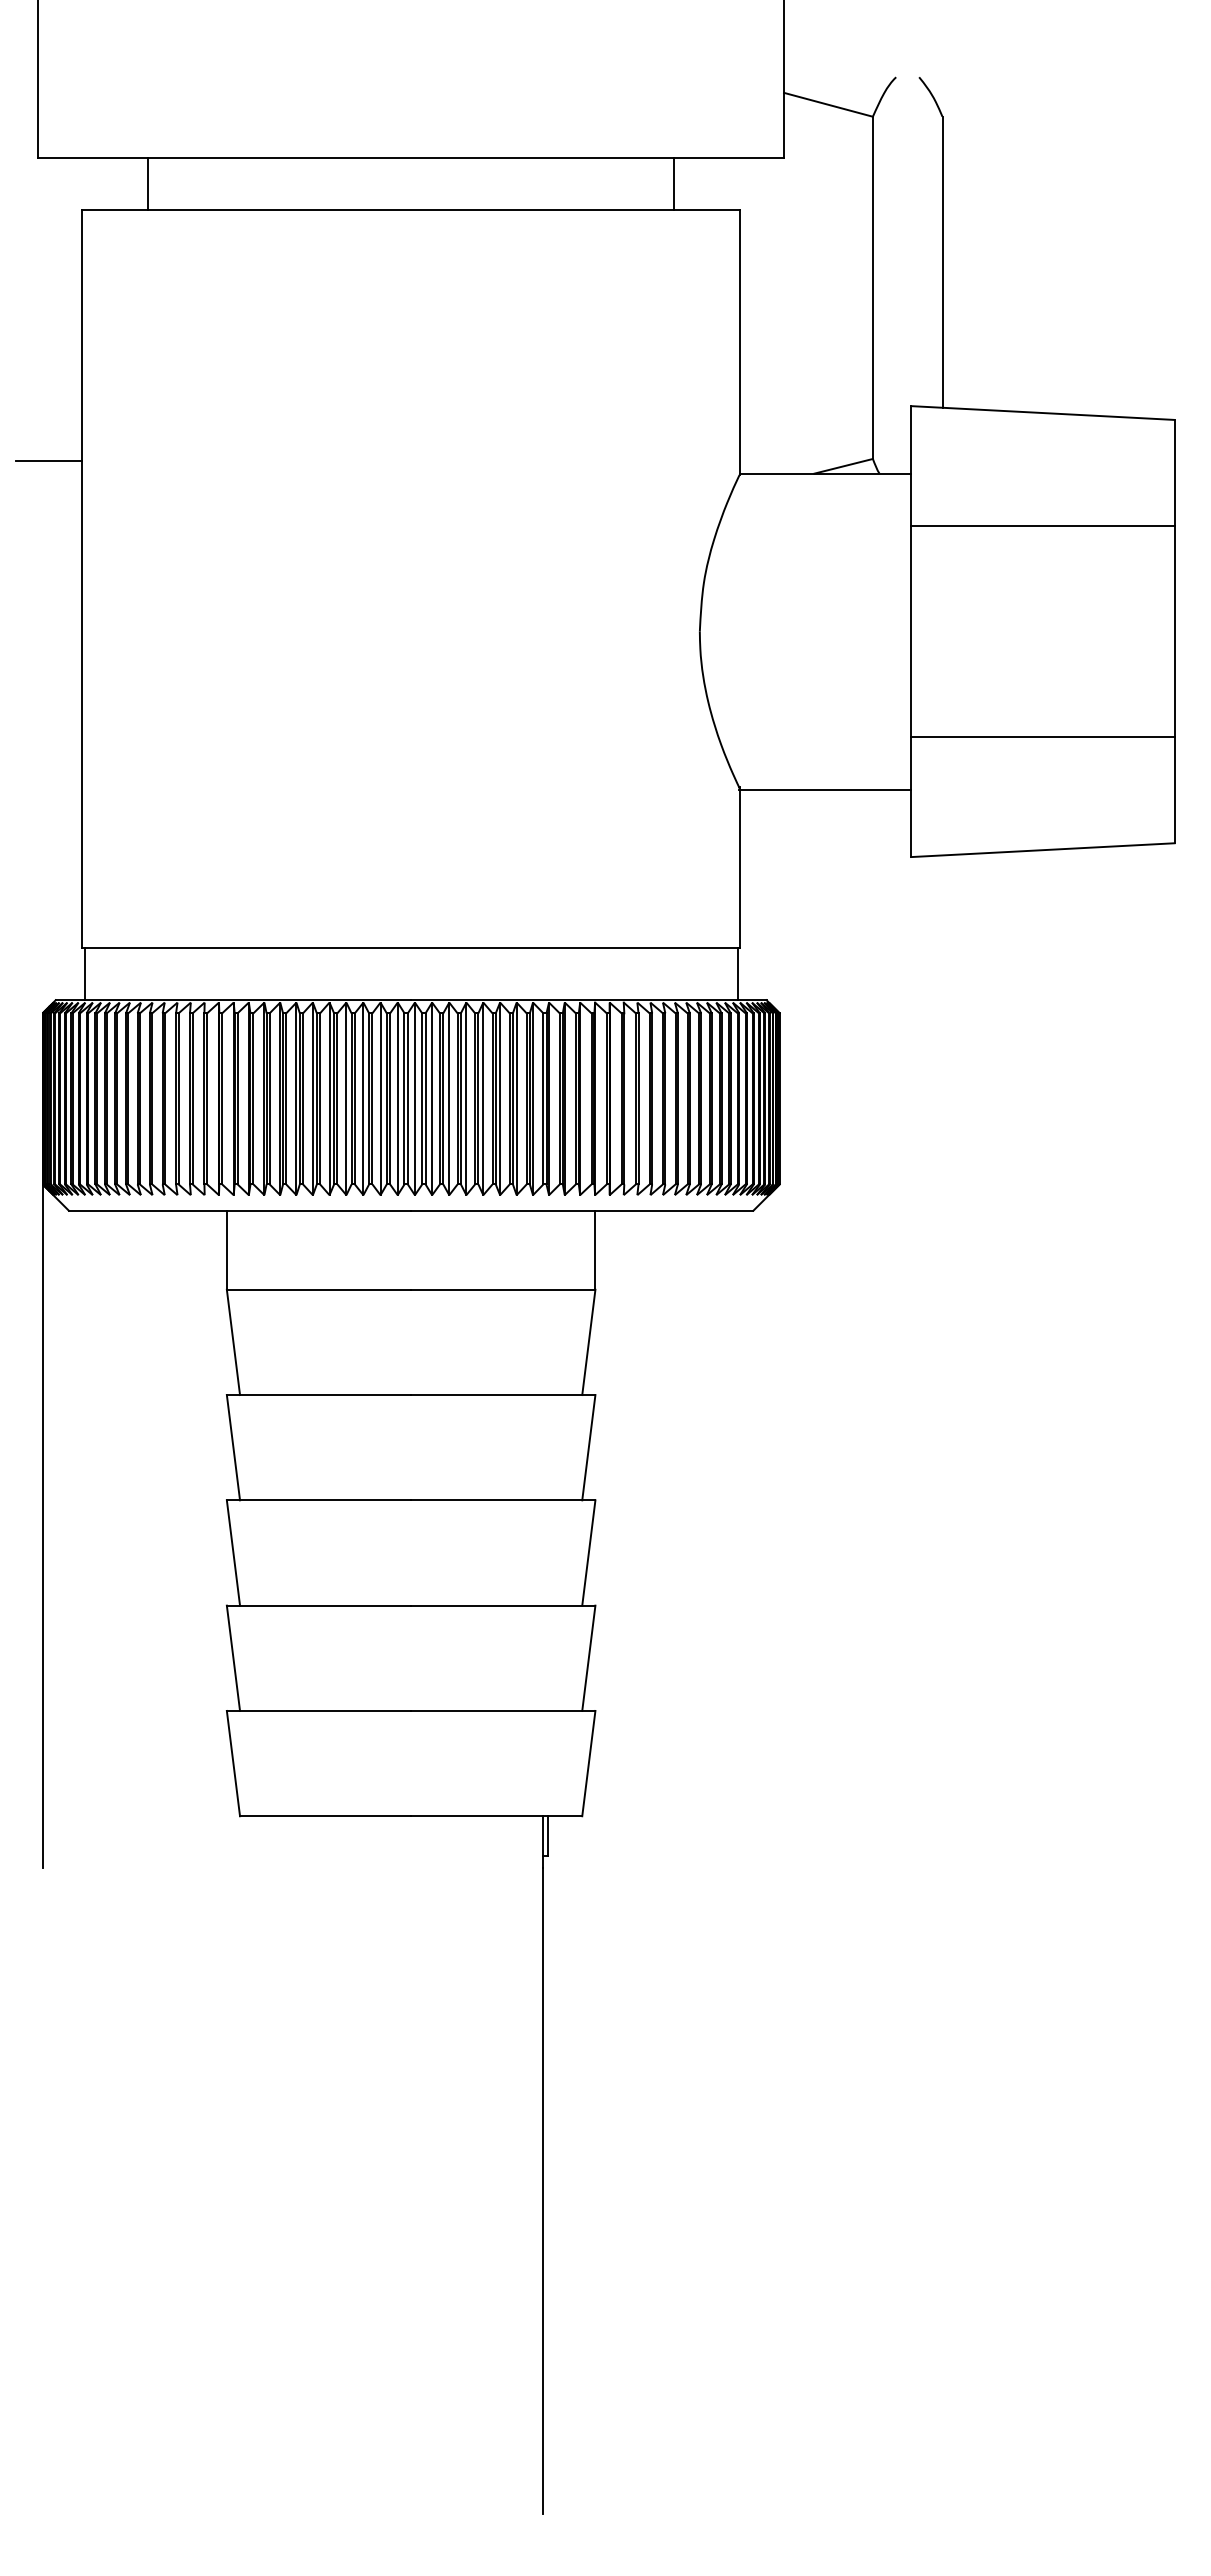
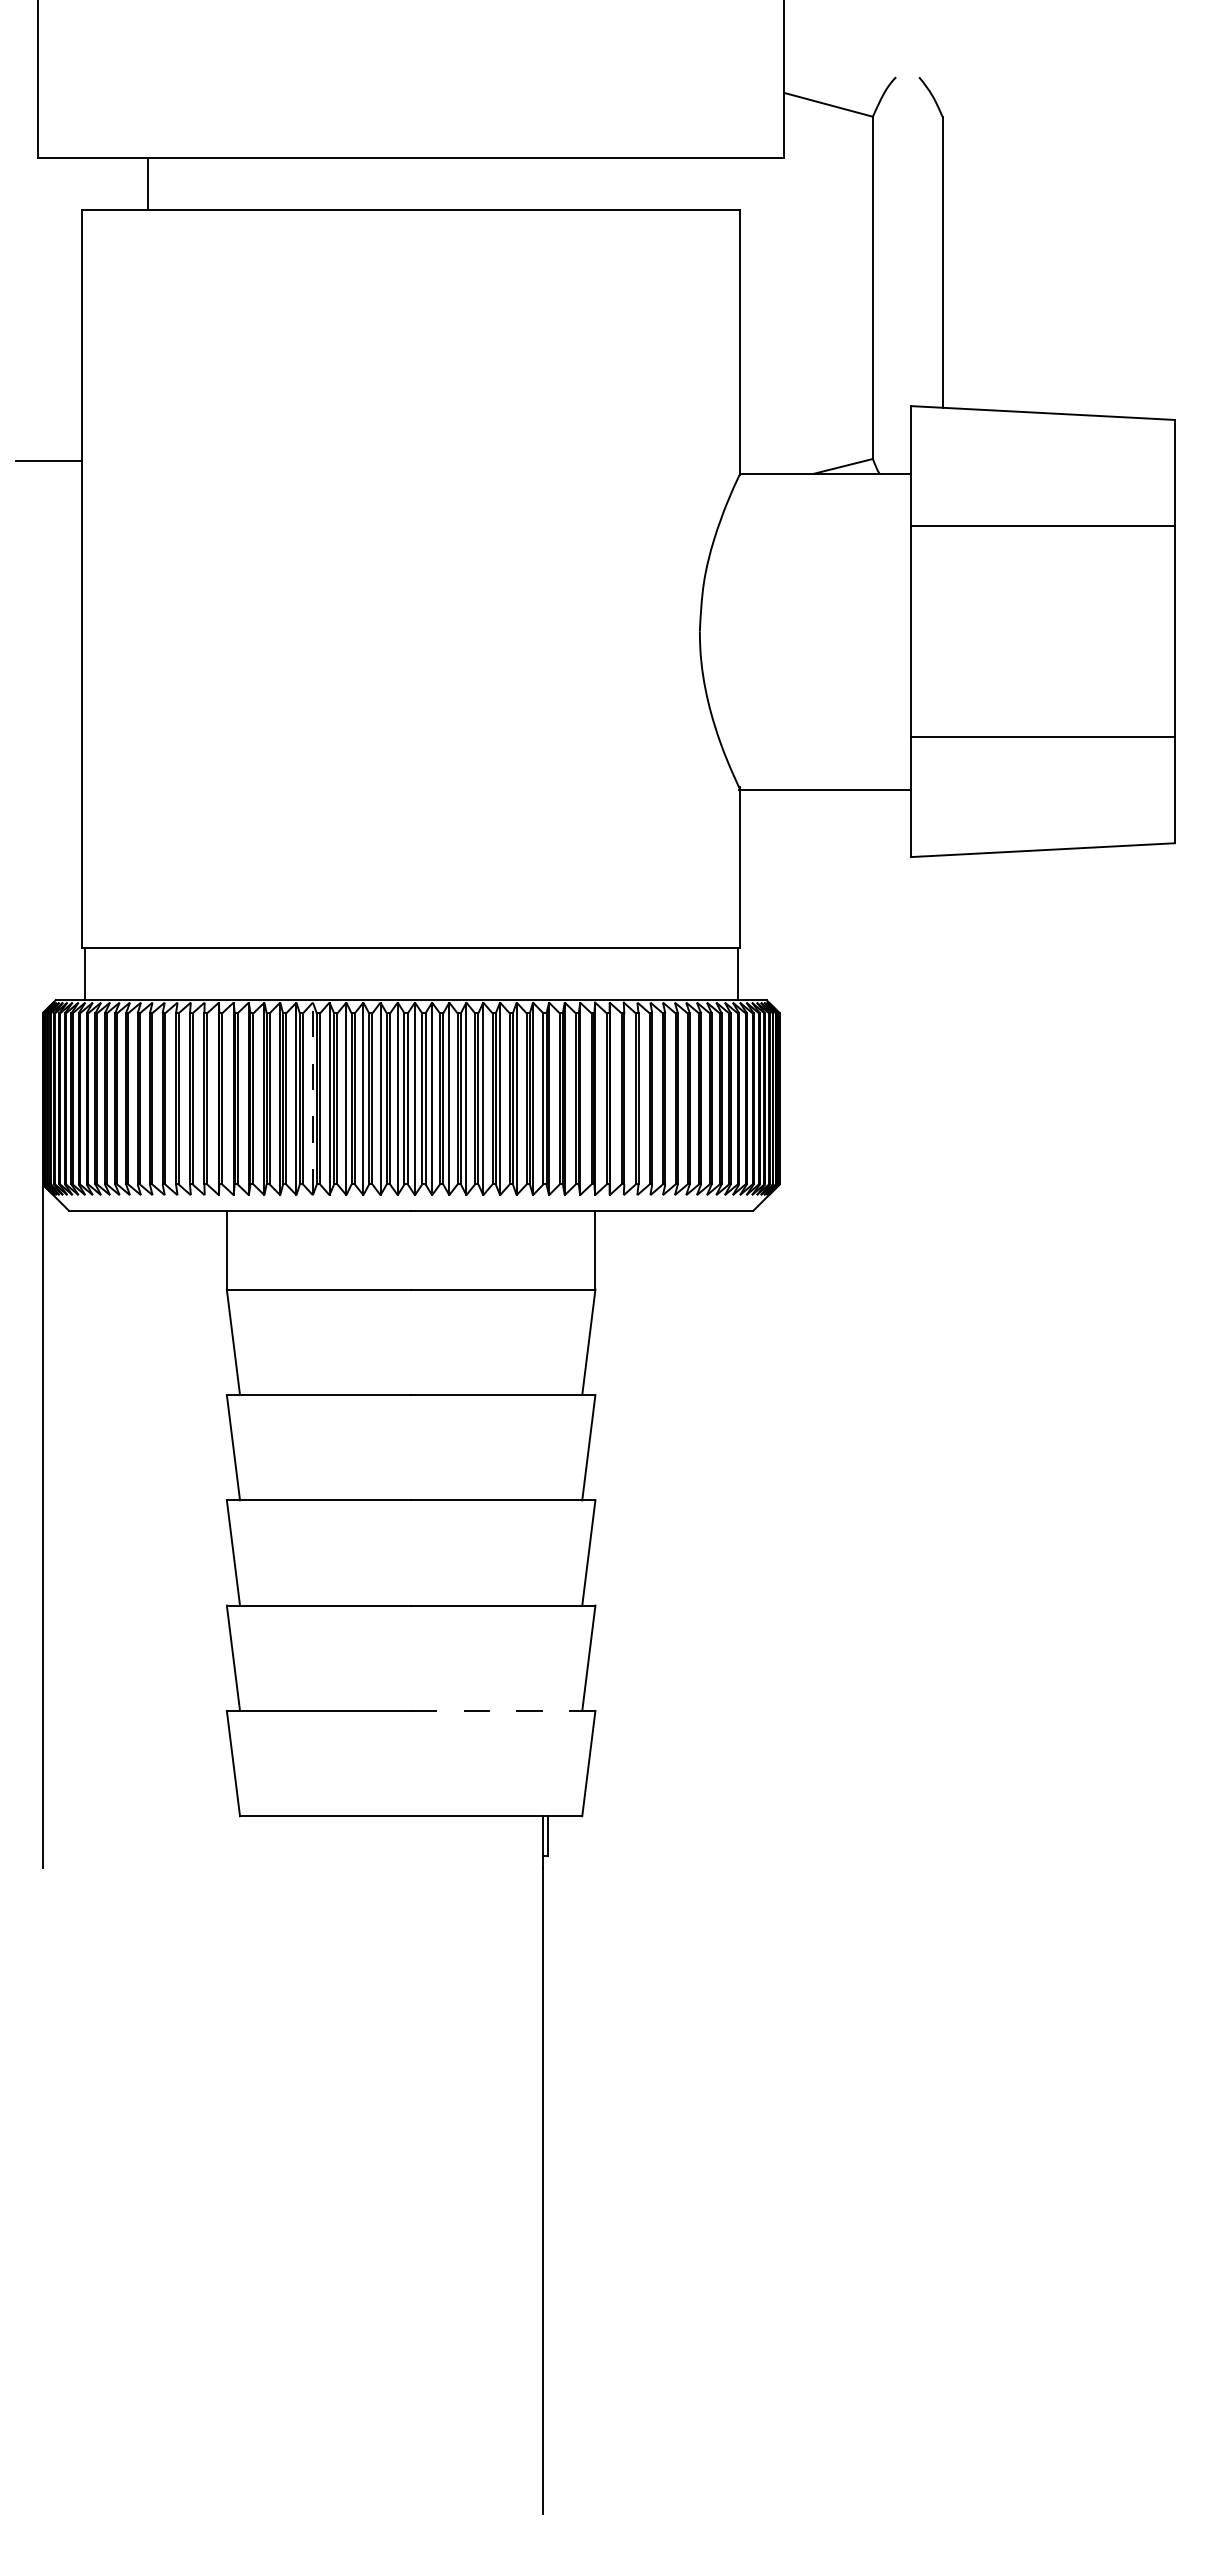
line at (674, 183): present -> none
line at (312, 1098): solid -> dashed
line at (503, 1710): solid -> dashed
